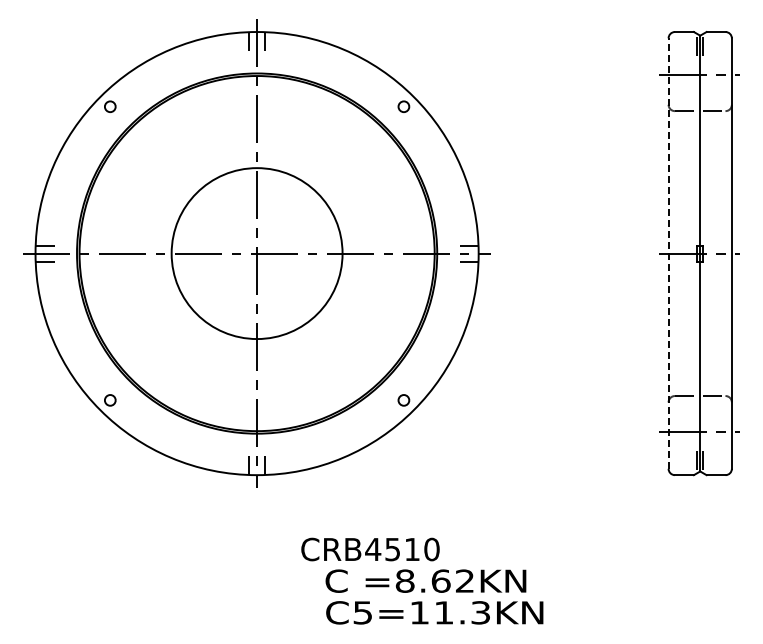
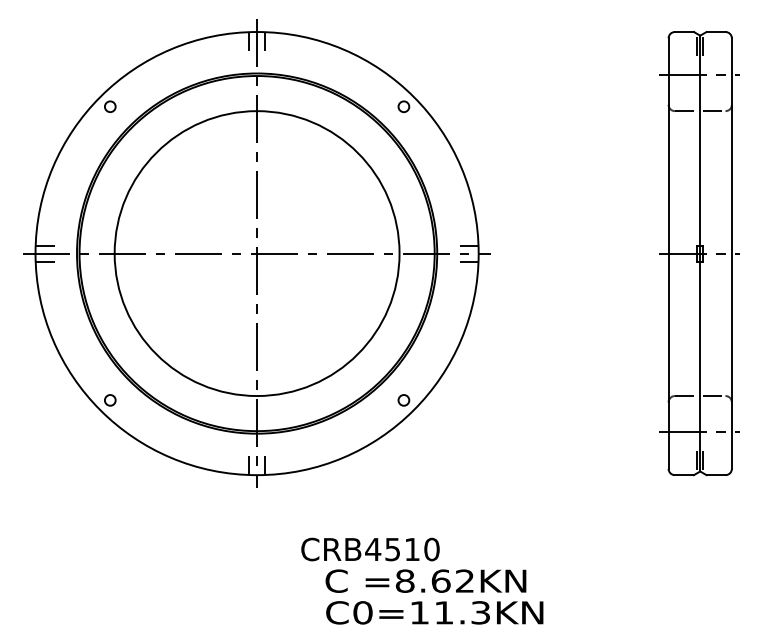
circle at (256, 253) diameter: 171 px -> 285 px
line at (668, 253): dashed -> solid
text at (362, 612): C5=11.3KN -> C0=11.3KN
